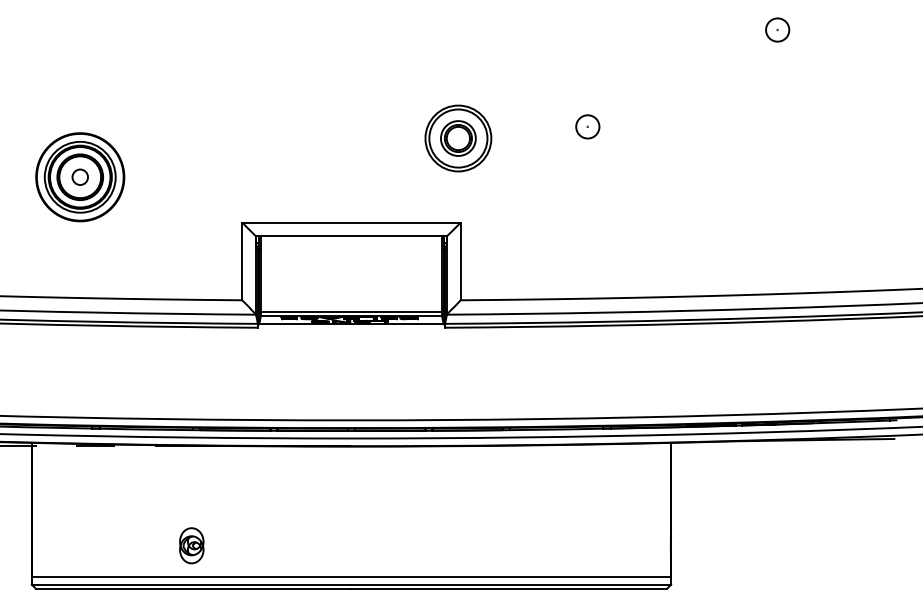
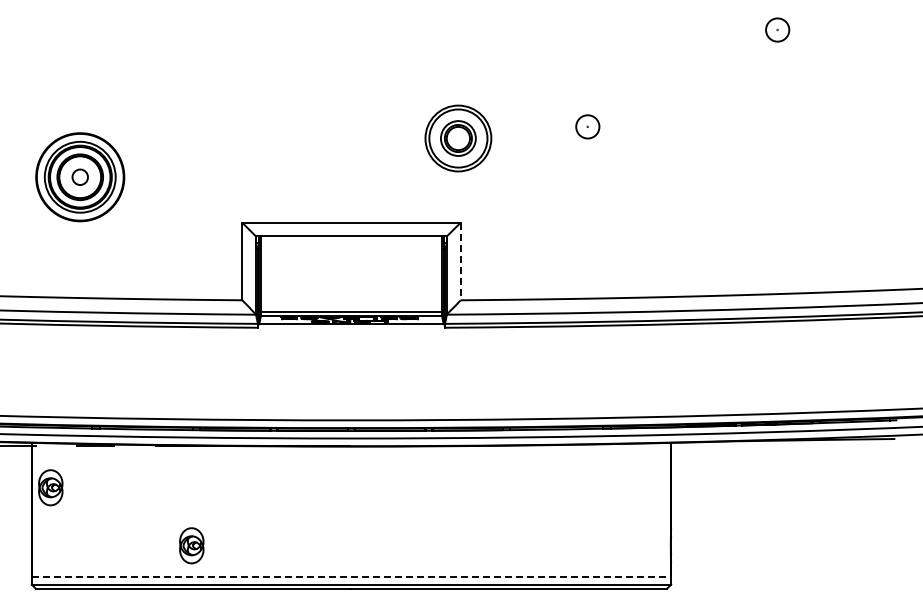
line at (460, 261): solid -> dashed
part at (50, 487): none -> present
line at (351, 576): solid -> dashed
